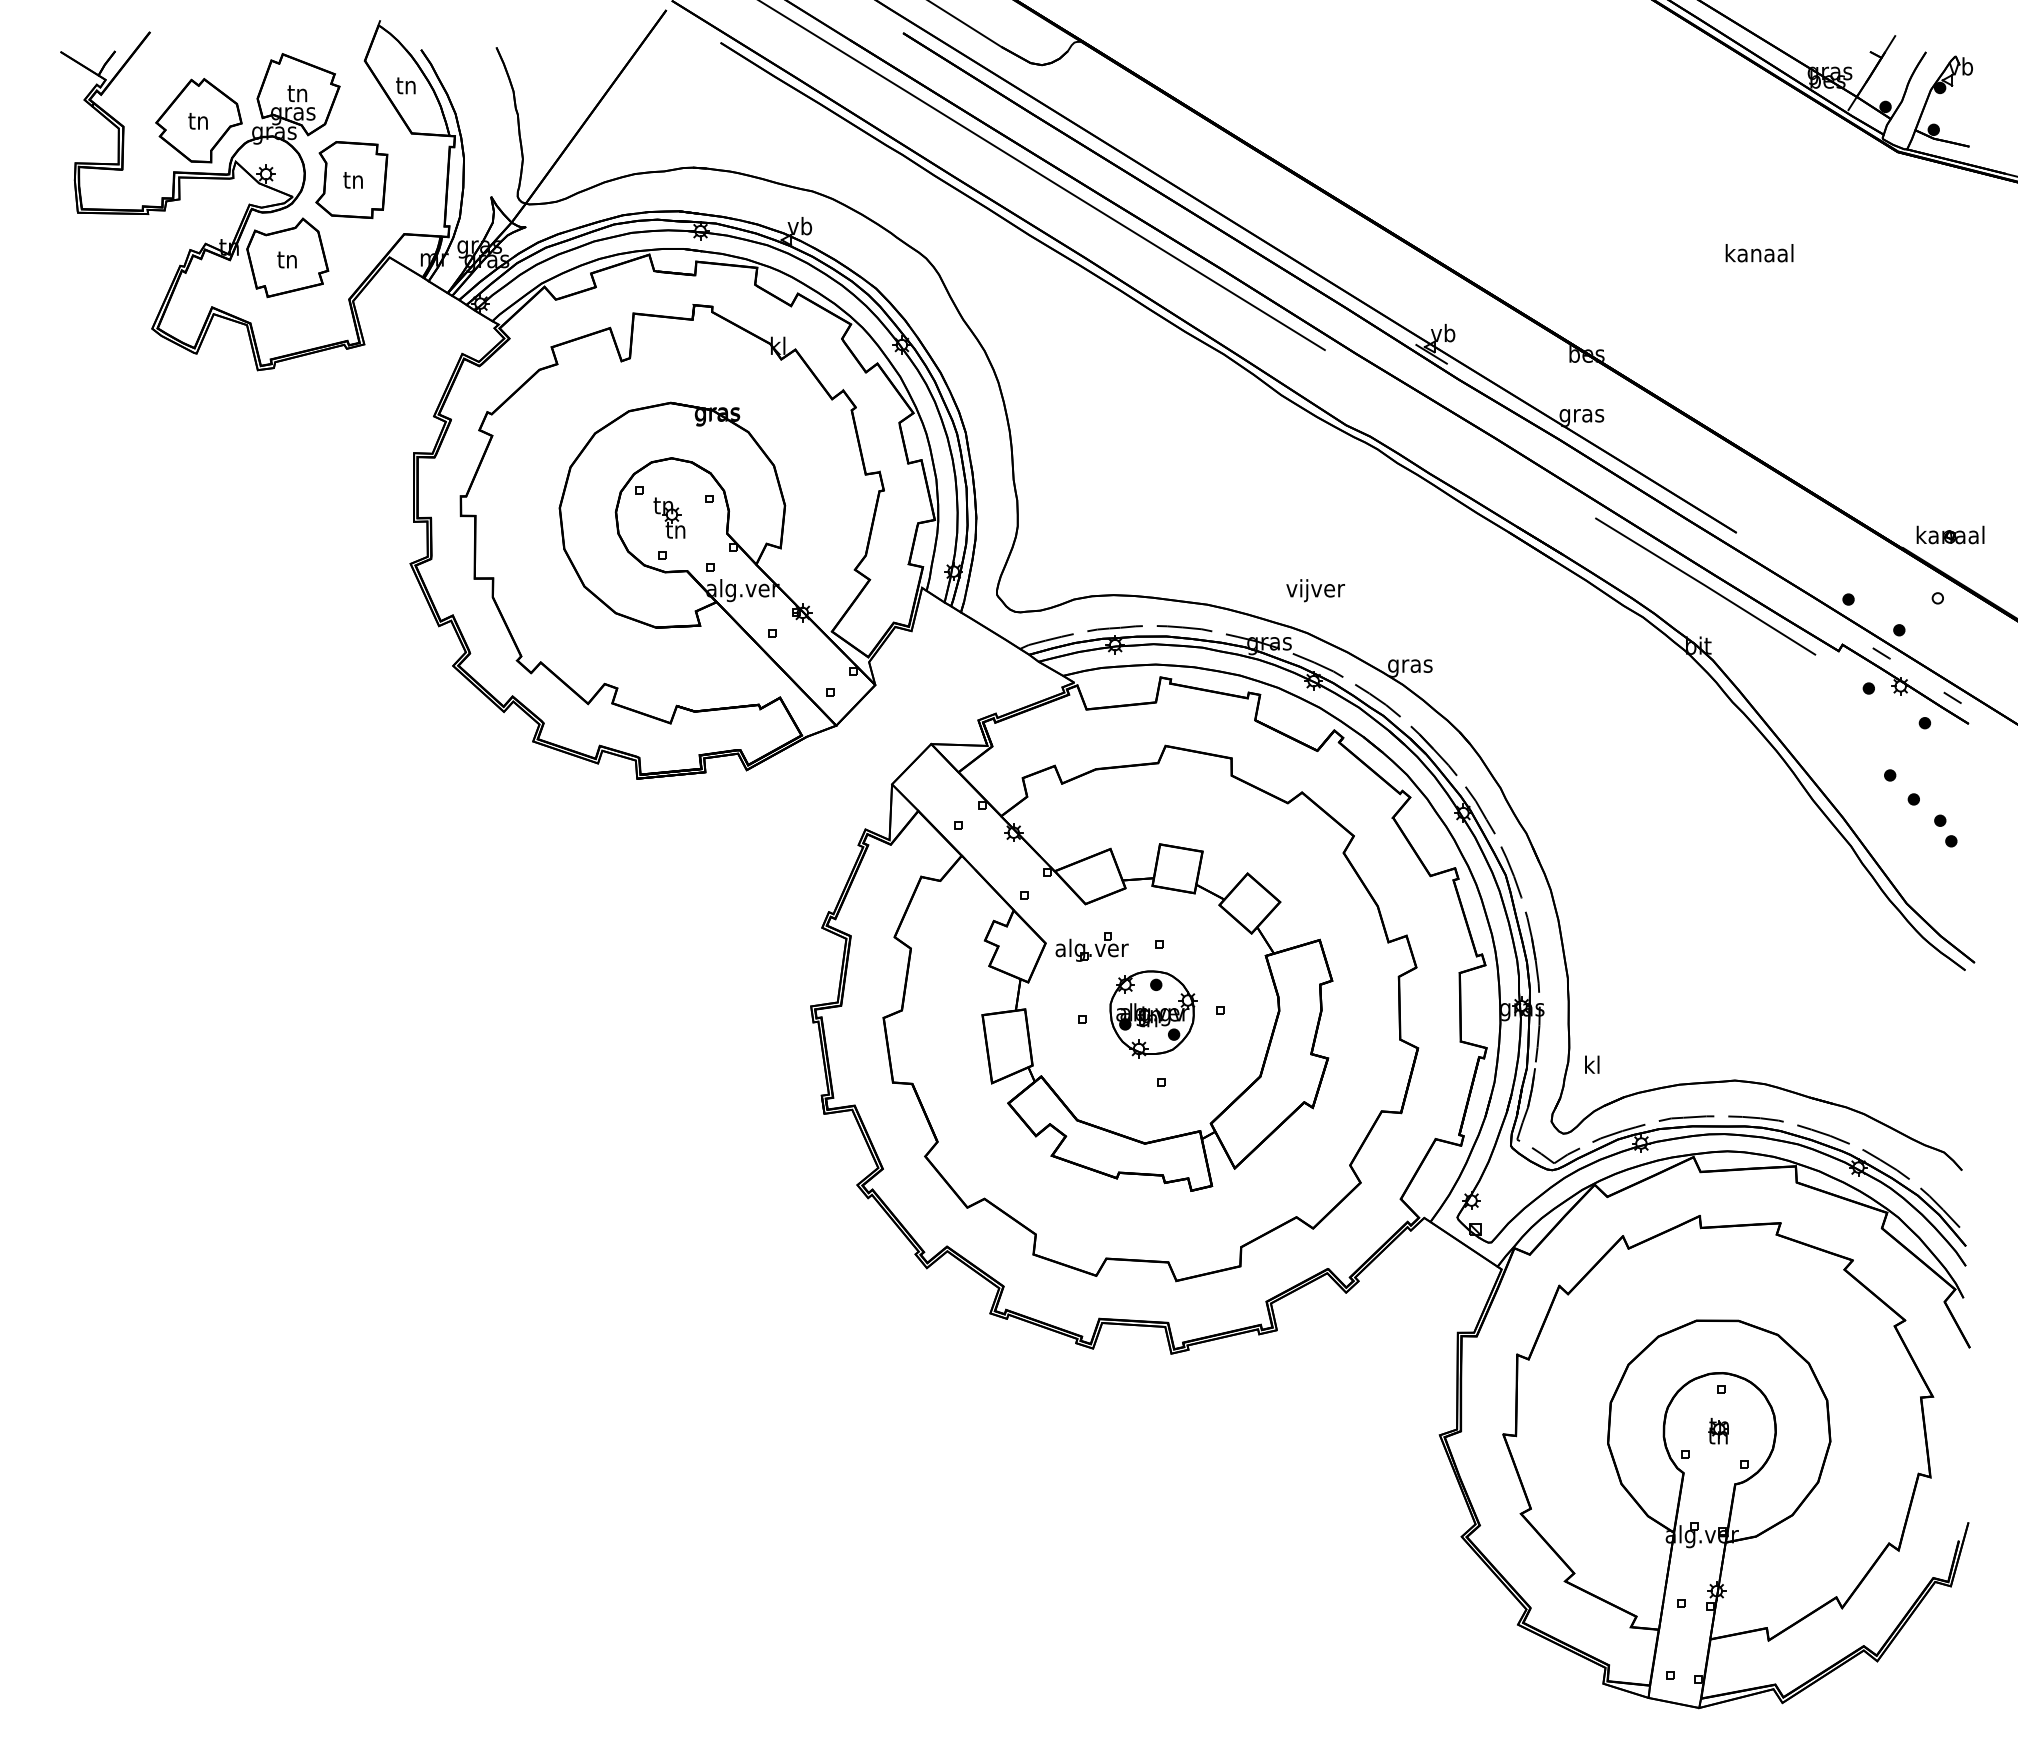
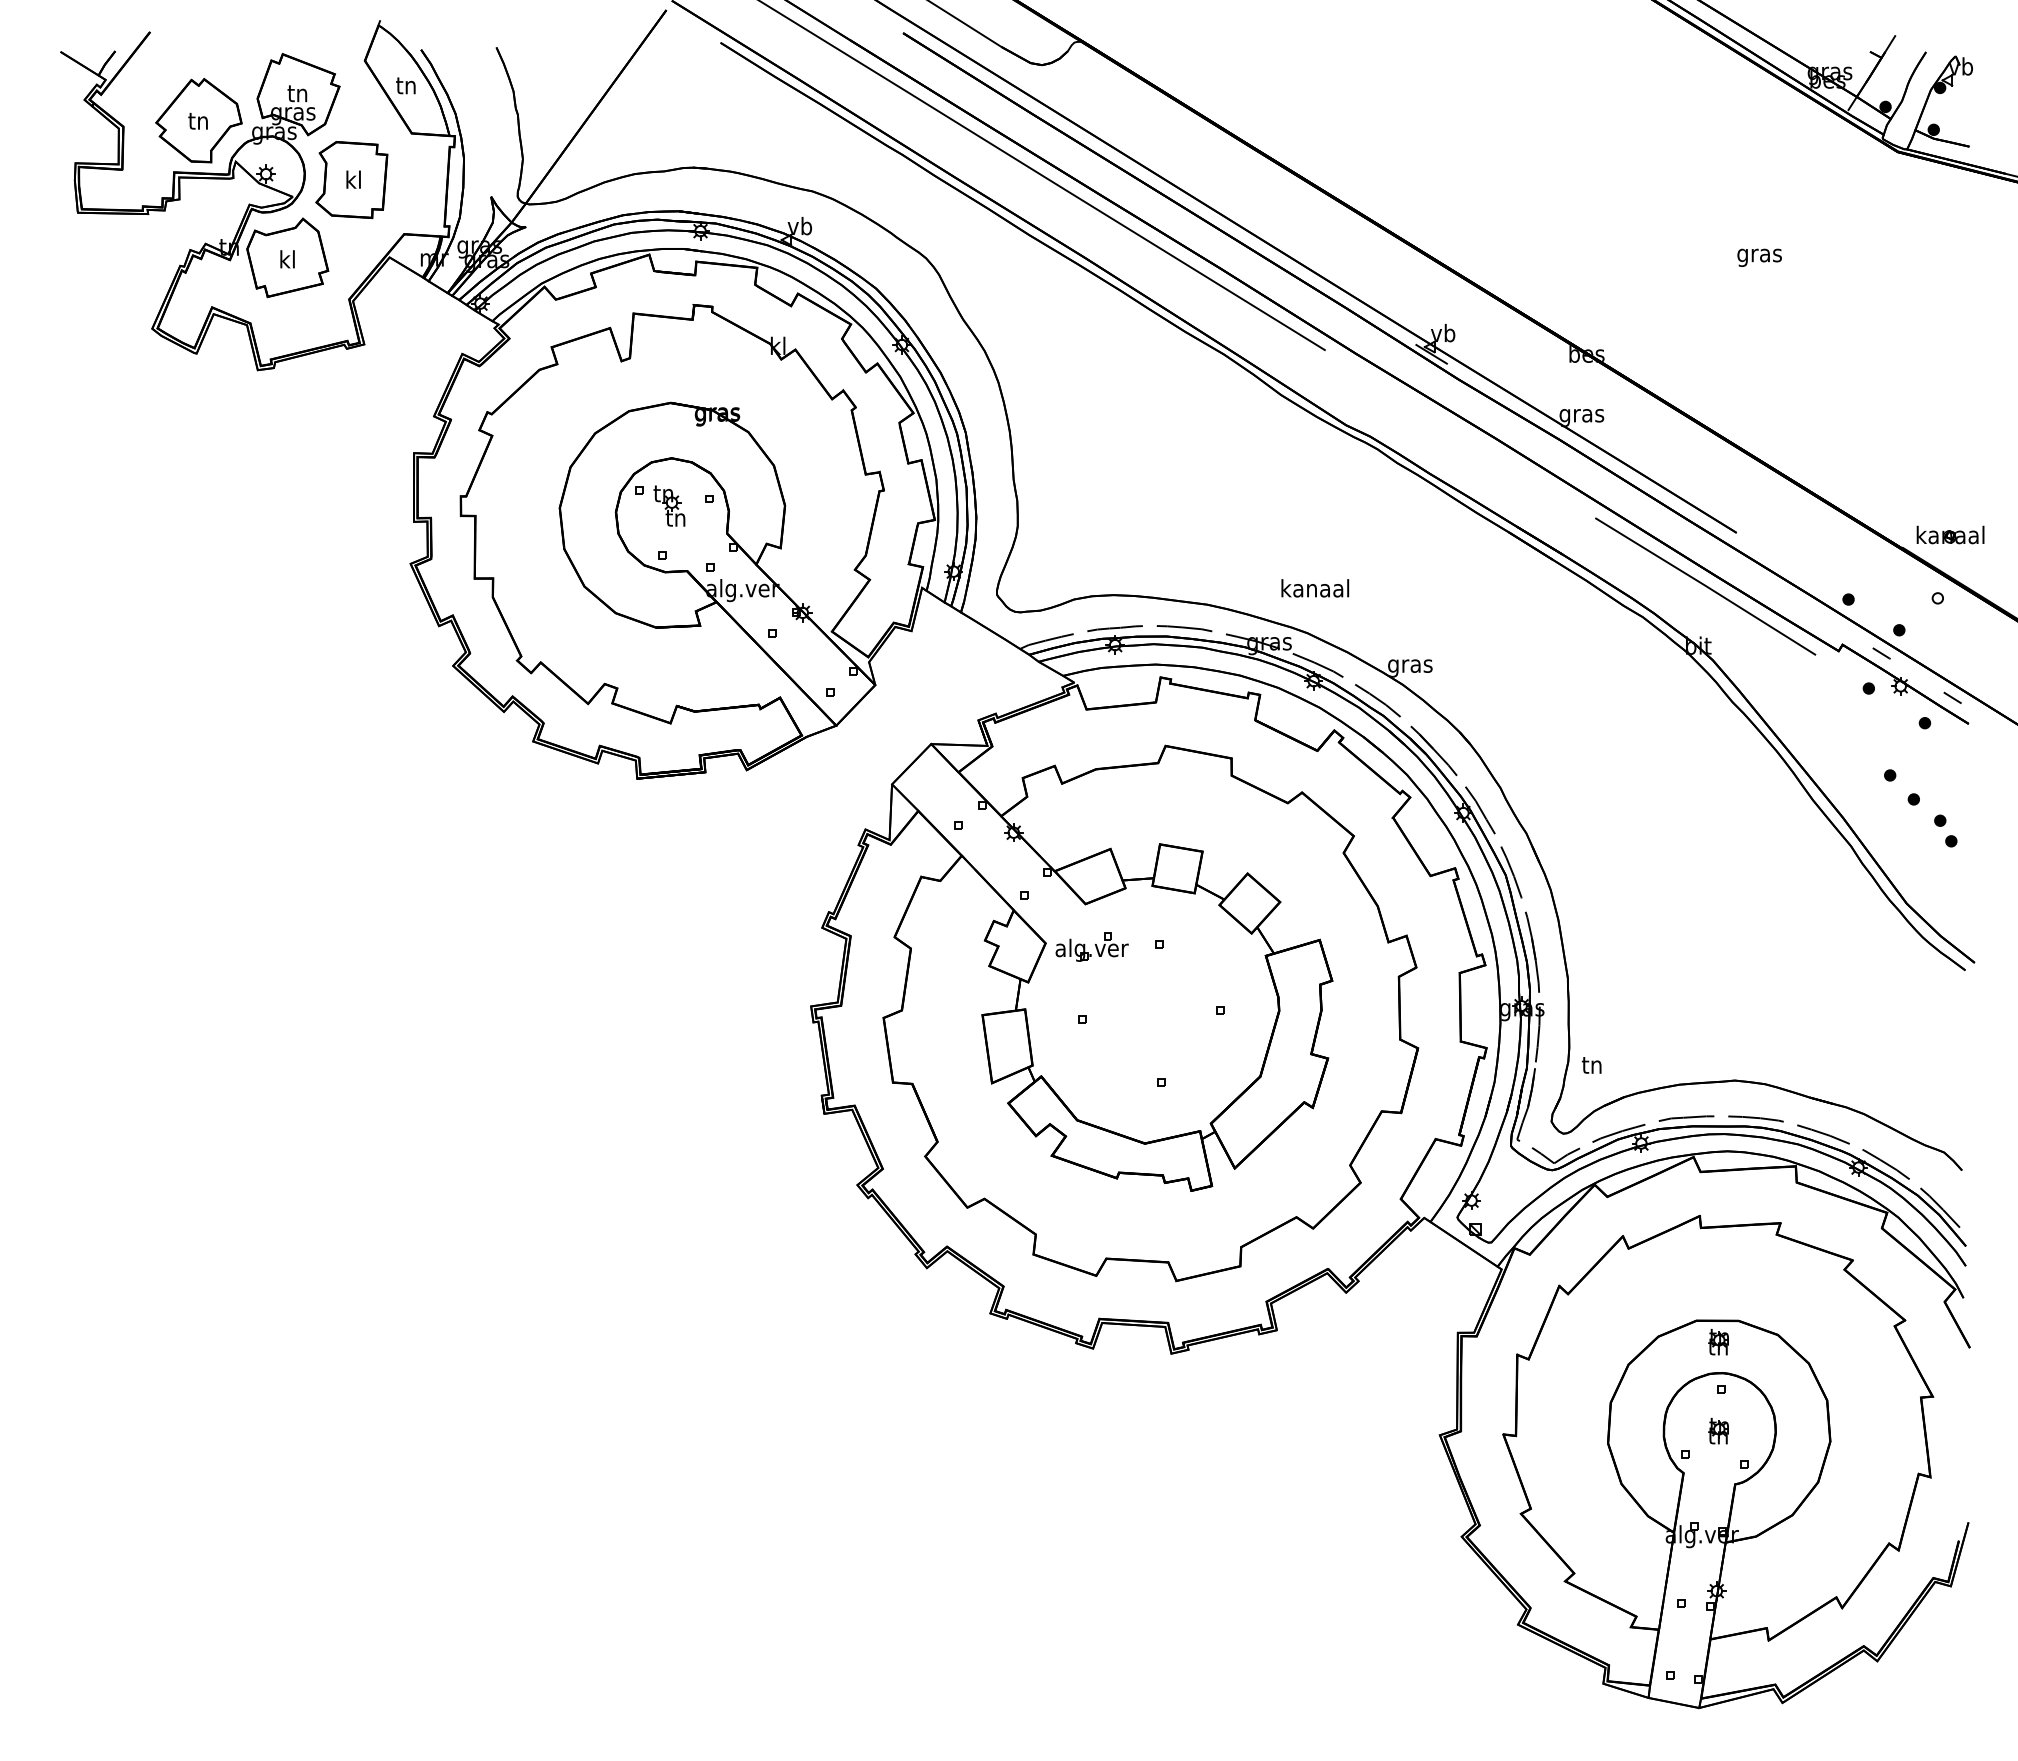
text at (352, 179): tn -> kl
text at (1759, 255): kanaal -> gras
text at (286, 259): tn -> kl
part at (669, 517) position: (669, 517) -> (669, 505)
text at (1315, 590): vijver -> kanaal
part at (1153, 1014): present -> none
text at (1591, 1064): kl -> tn
part at (1718, 1342): none -> present
